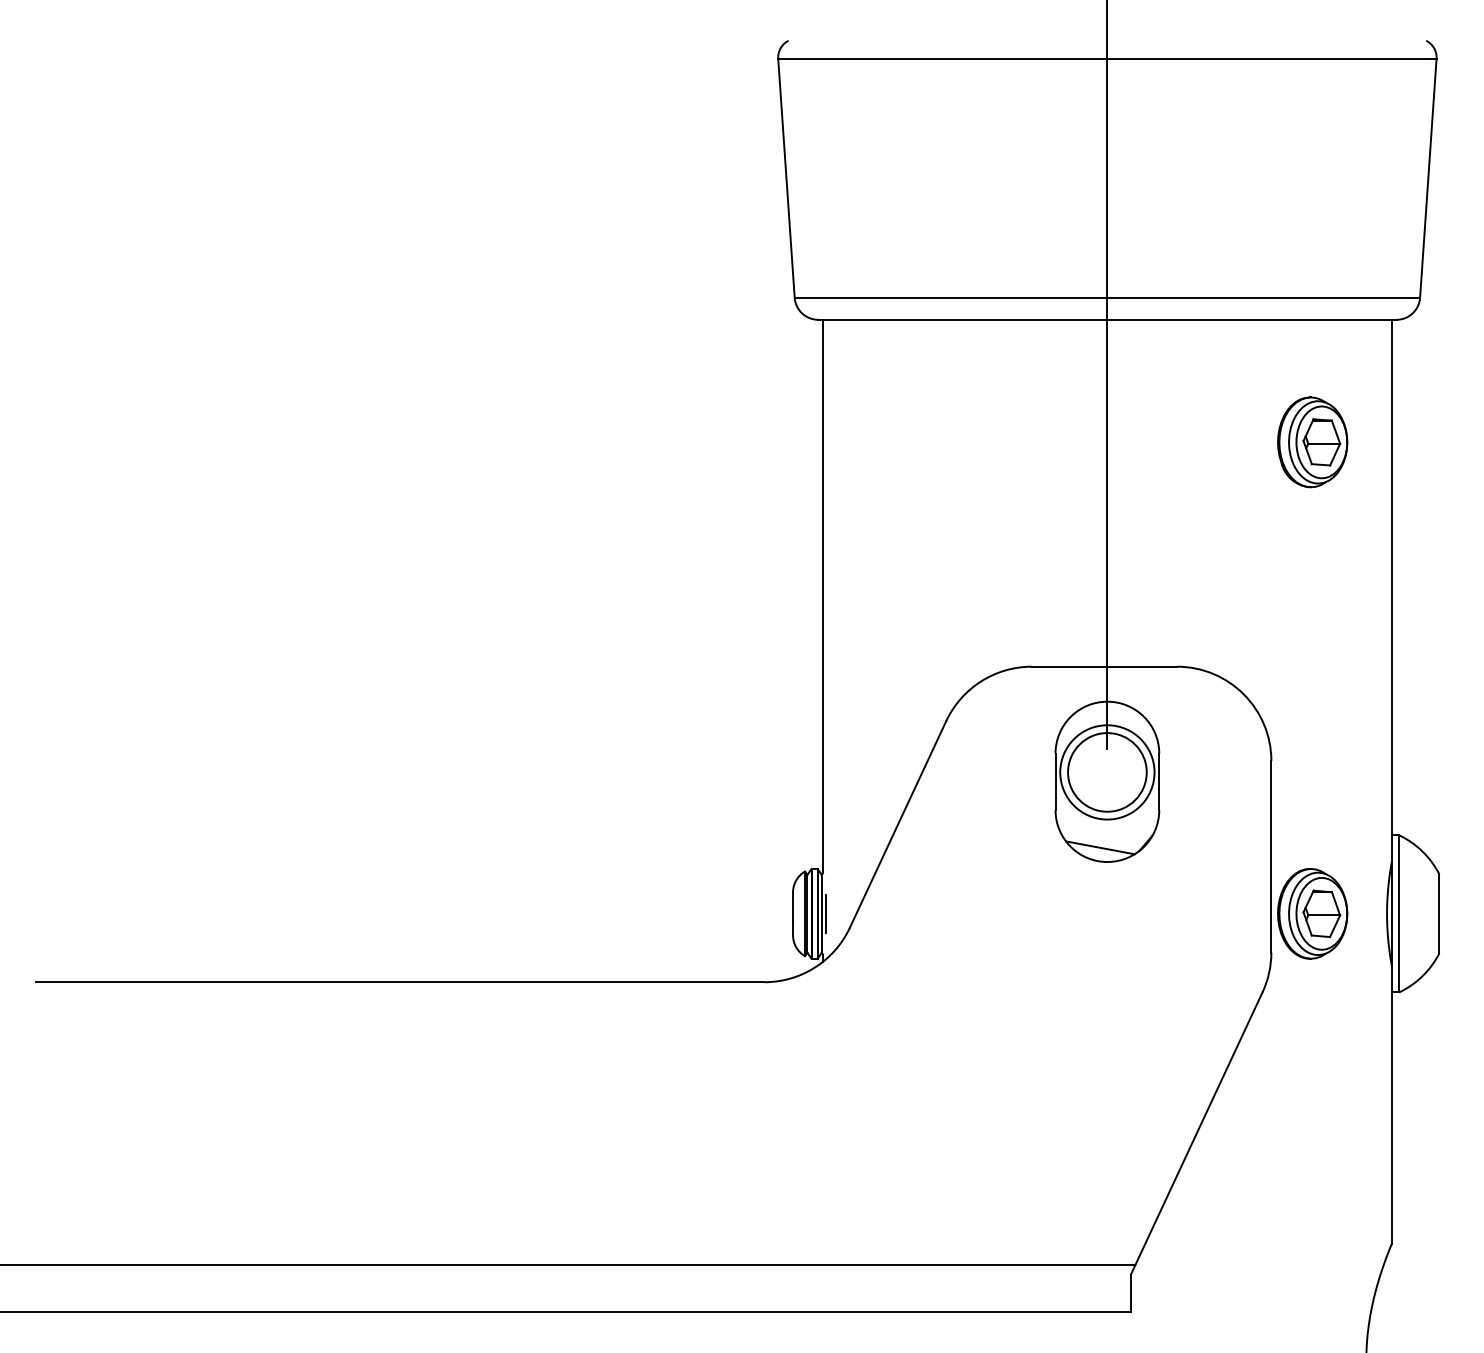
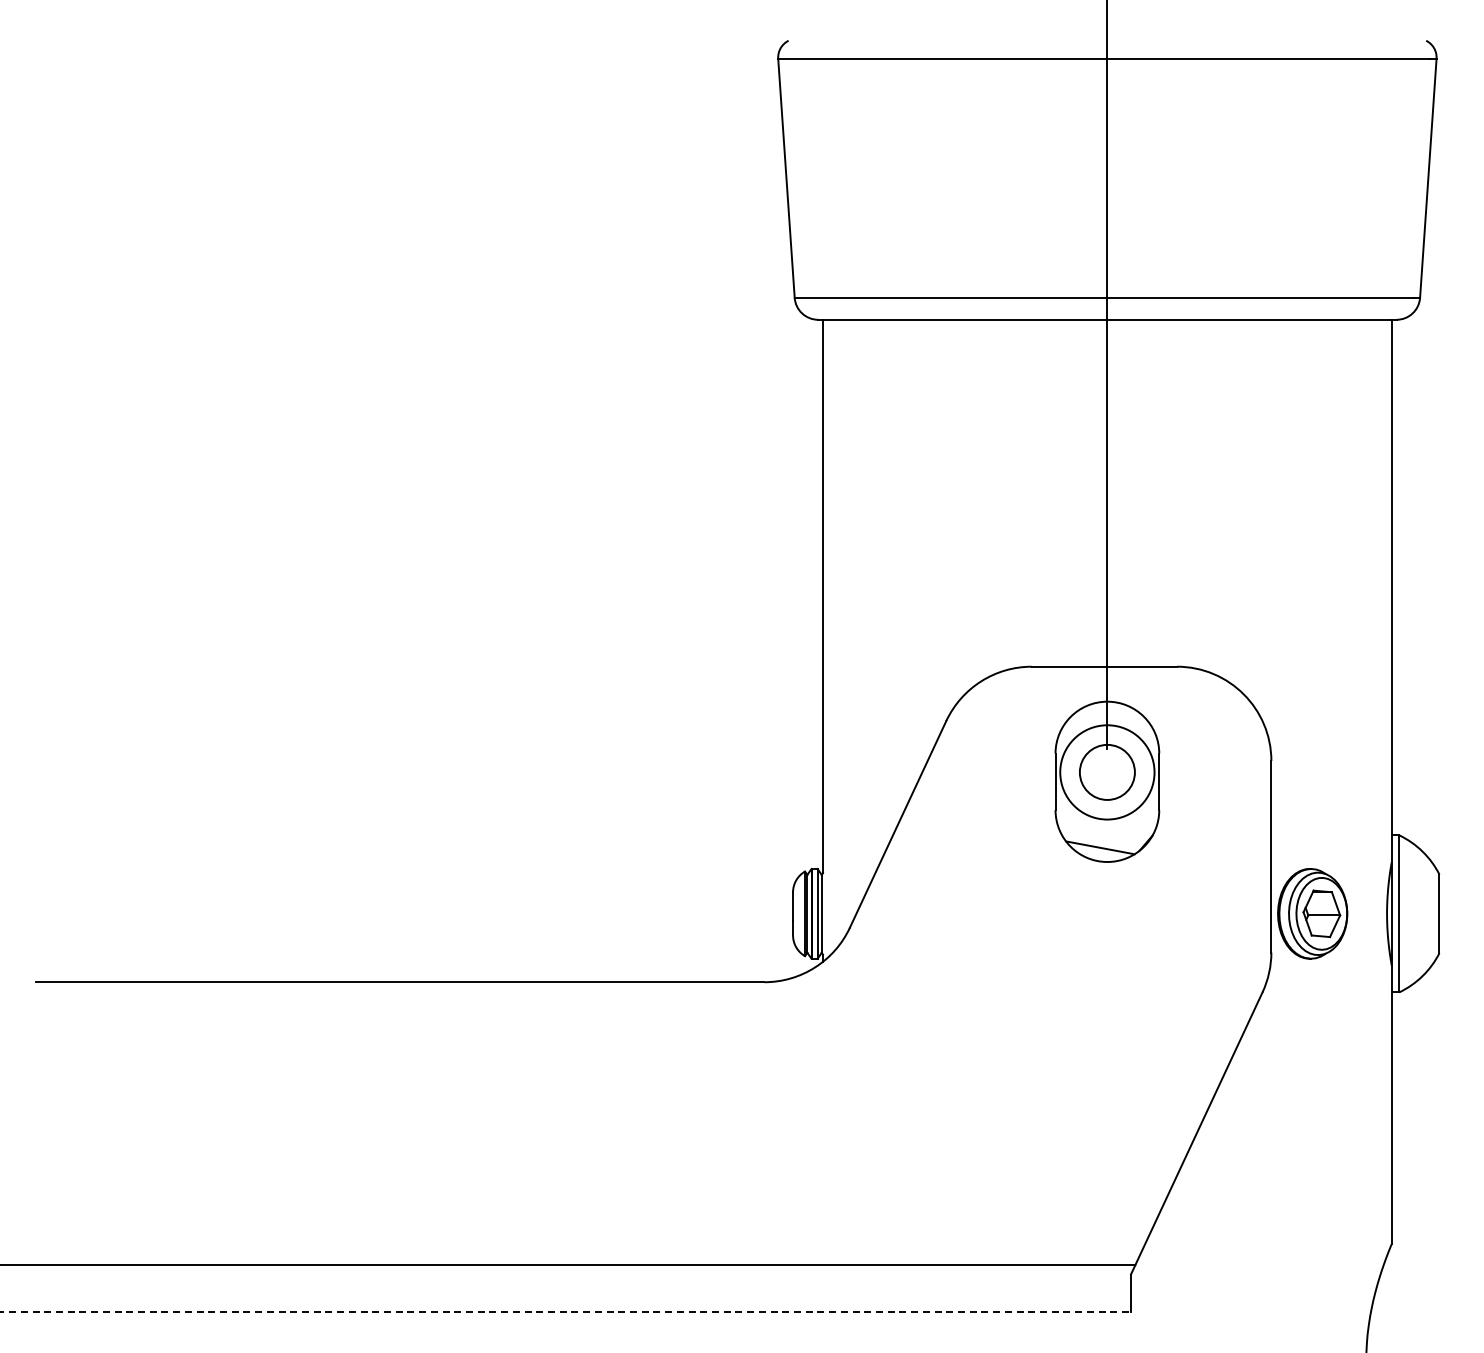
part at (1312, 442): present -> none
circle at (1107, 772) diameter: 79 px -> 55 px
line at (825, 913): present -> none
line at (566, 1312): solid -> dashed
